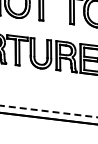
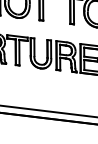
line at (49, 111): dashed -> solid
